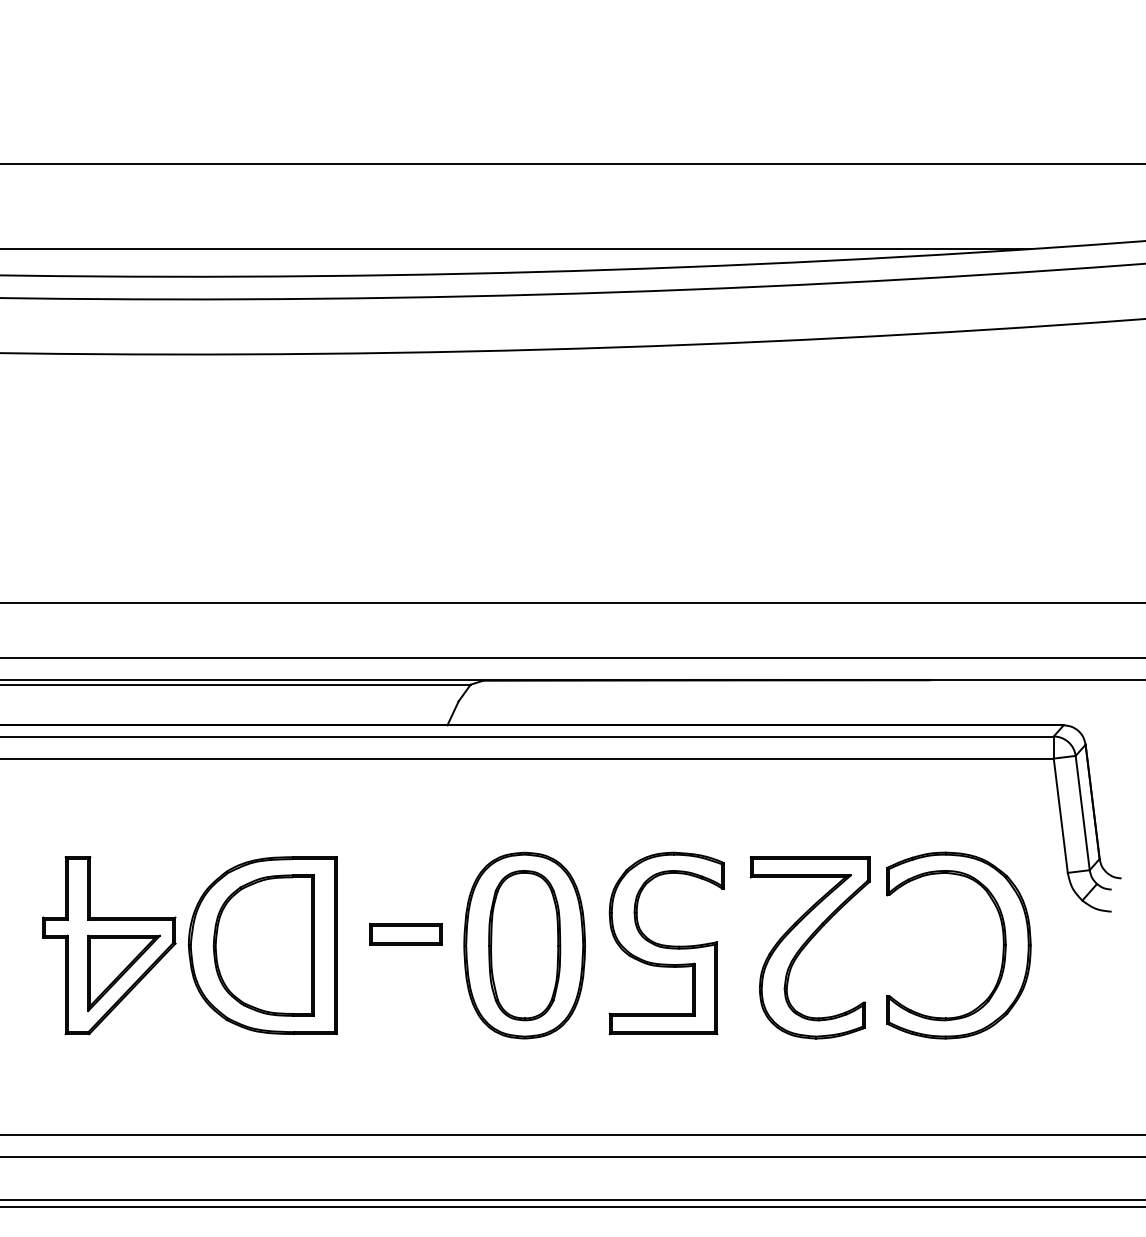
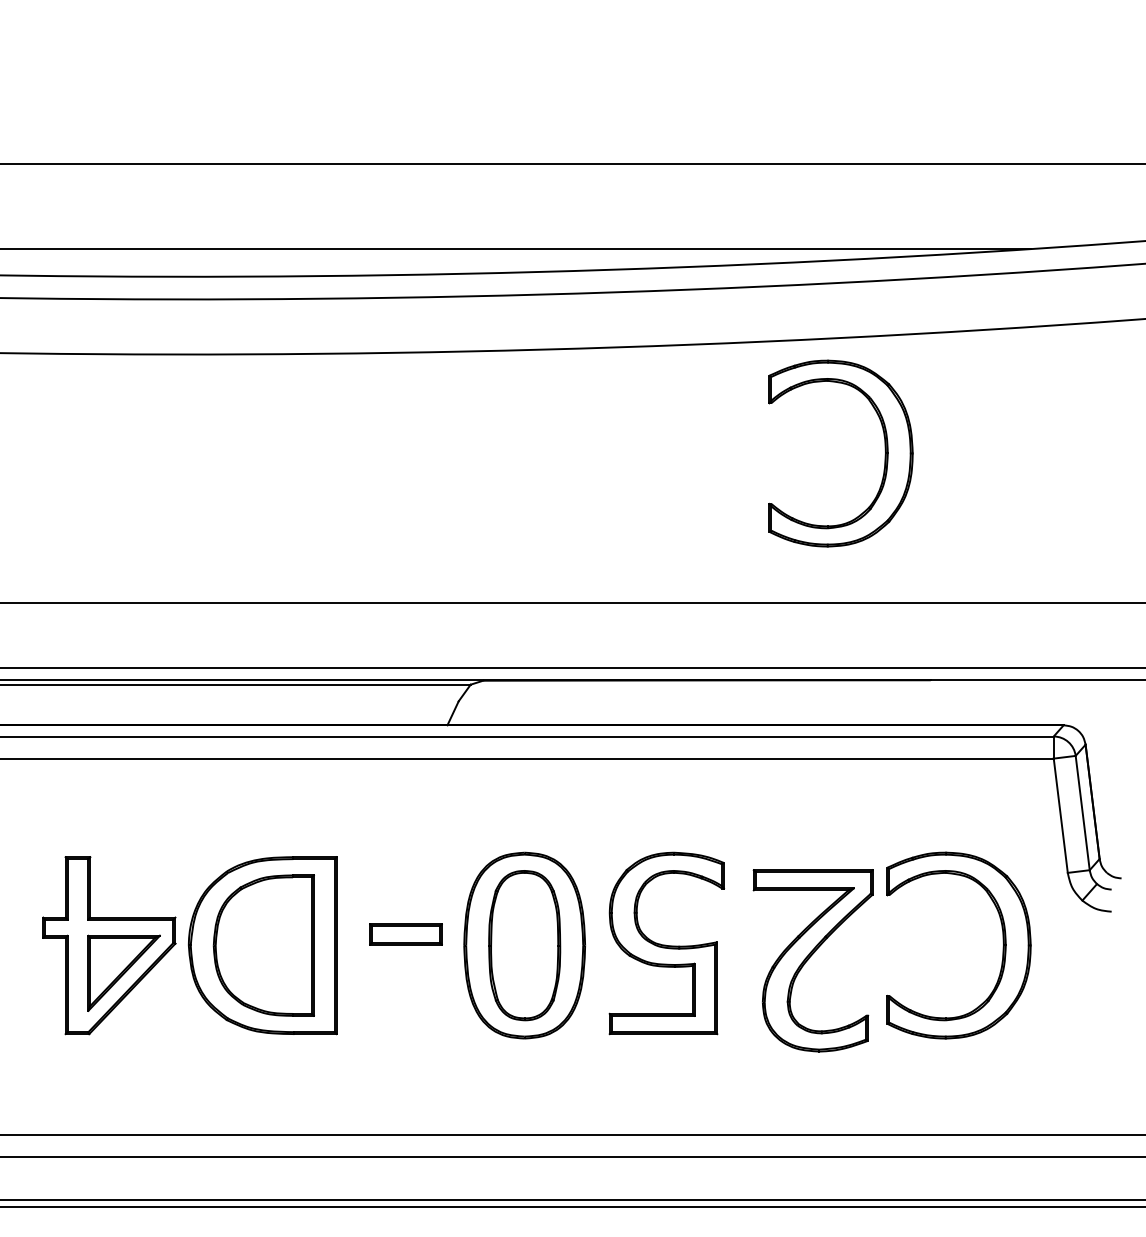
part at (884, 454): none -> present
line at (572, 657) position: (572, 657) -> (572, 667)
part at (809, 947) position: (809, 947) -> (812, 960)
